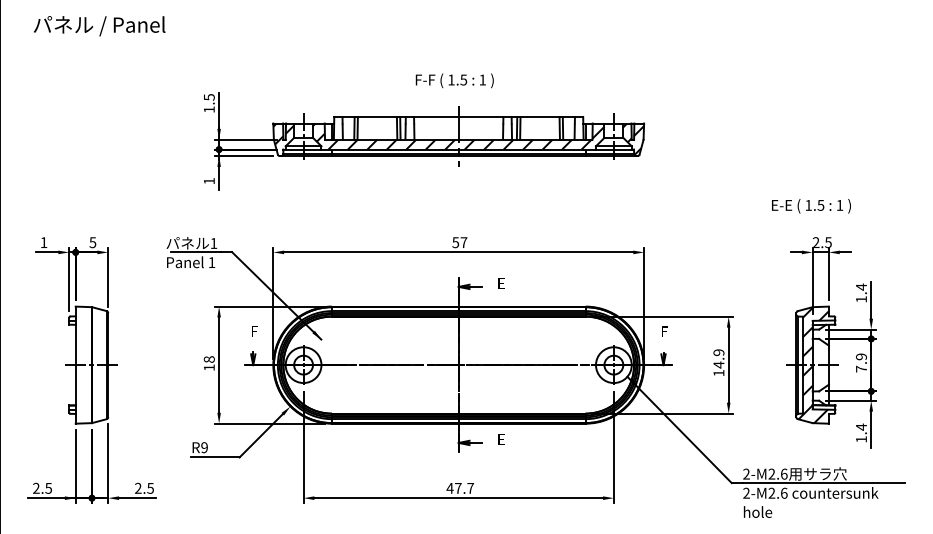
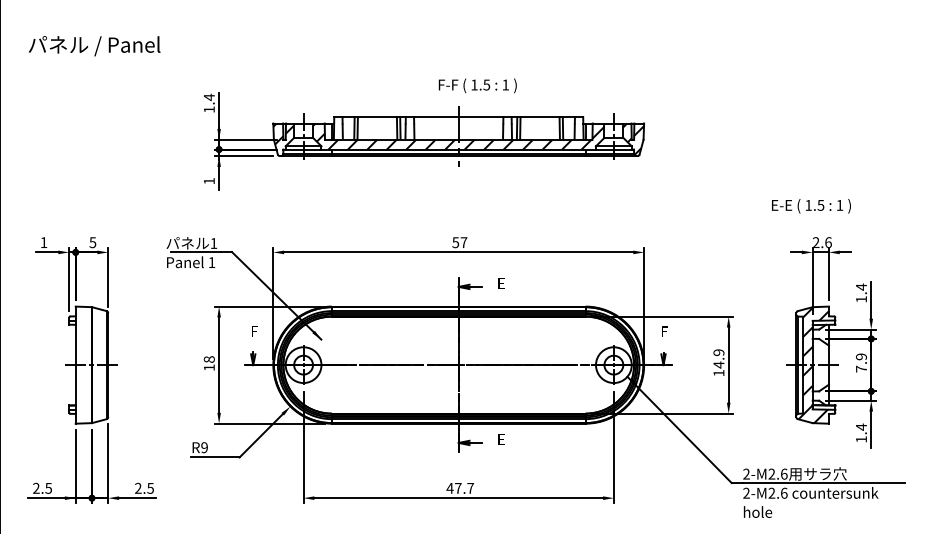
text at (99, 26) position: (99, 26) -> (94, 46)
text at (454, 80) position: (454, 80) -> (477, 85)
text at (209, 97): 1.5 -> 1.4
text at (828, 242): 2.5 -> 2.6
